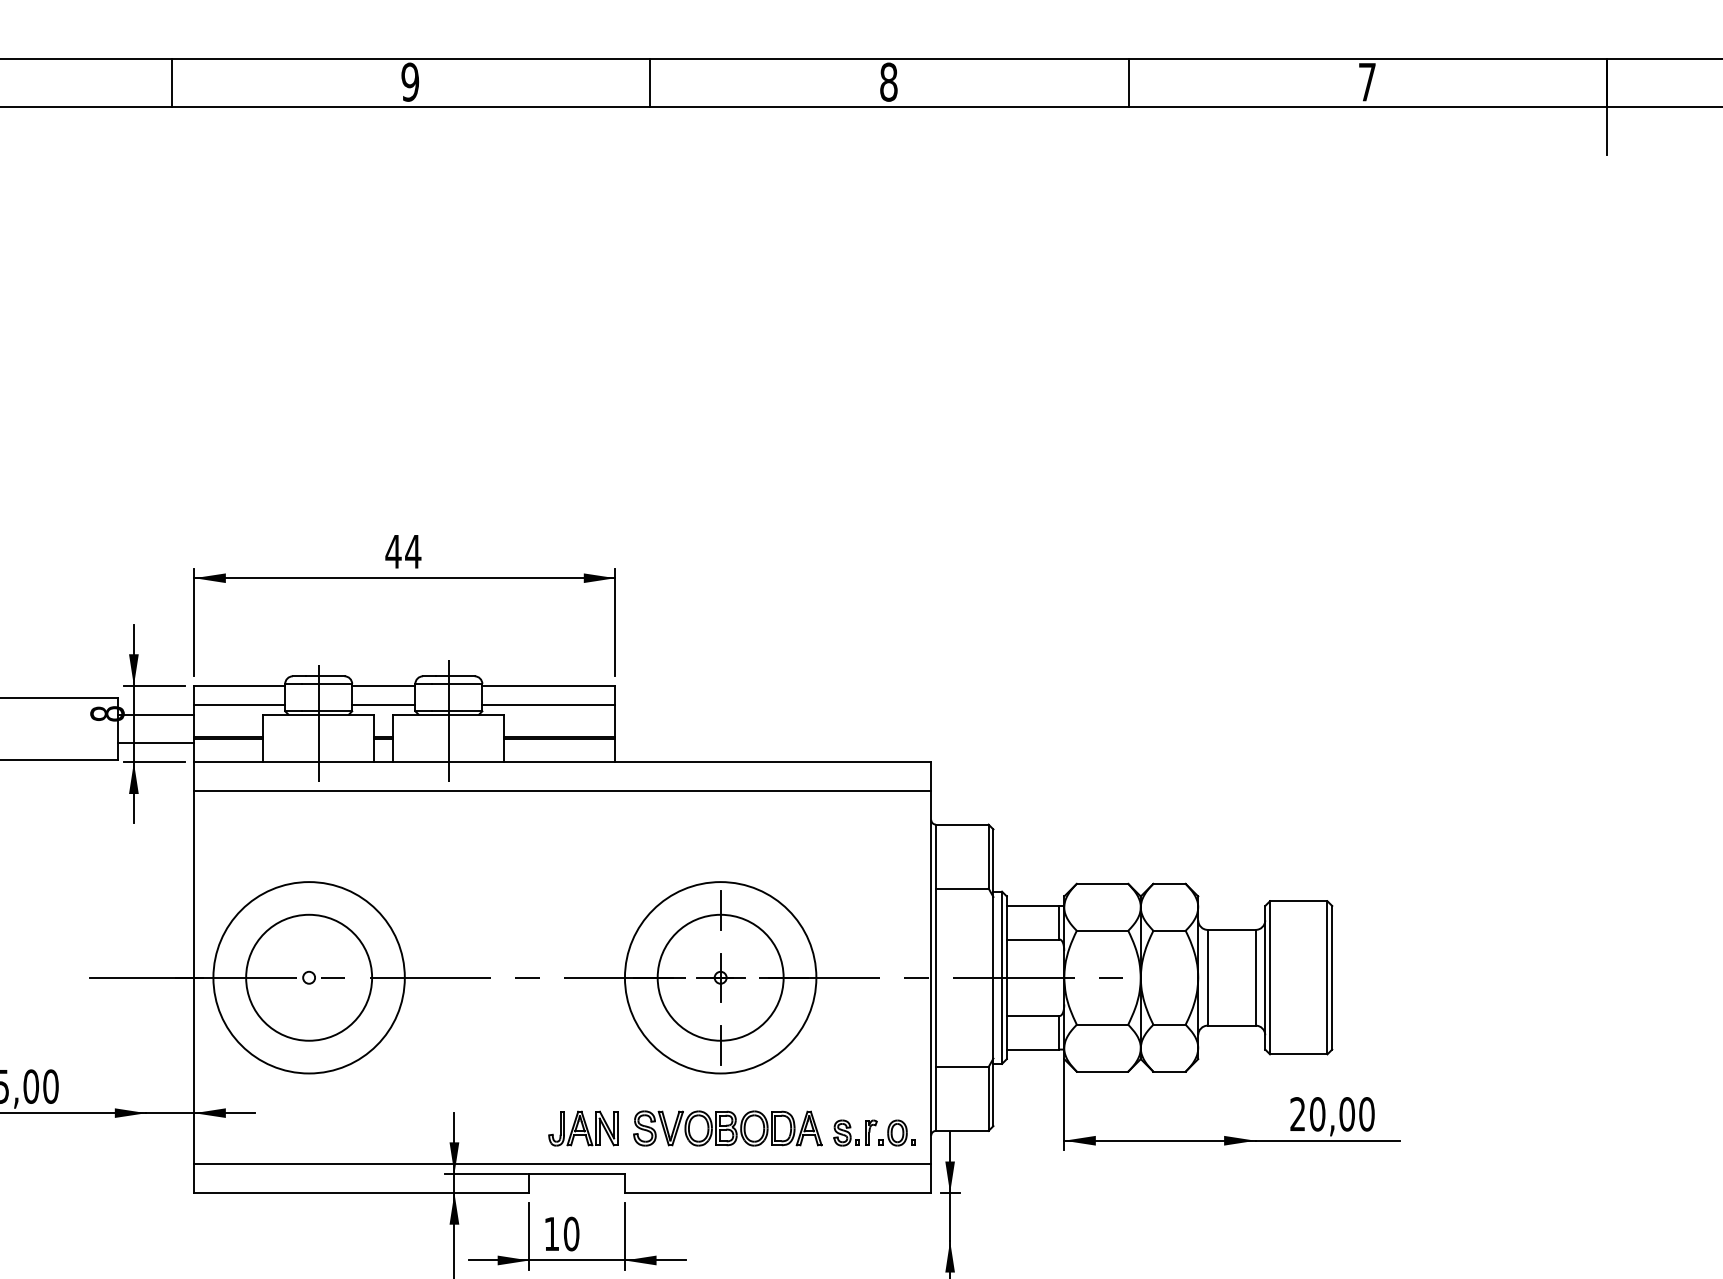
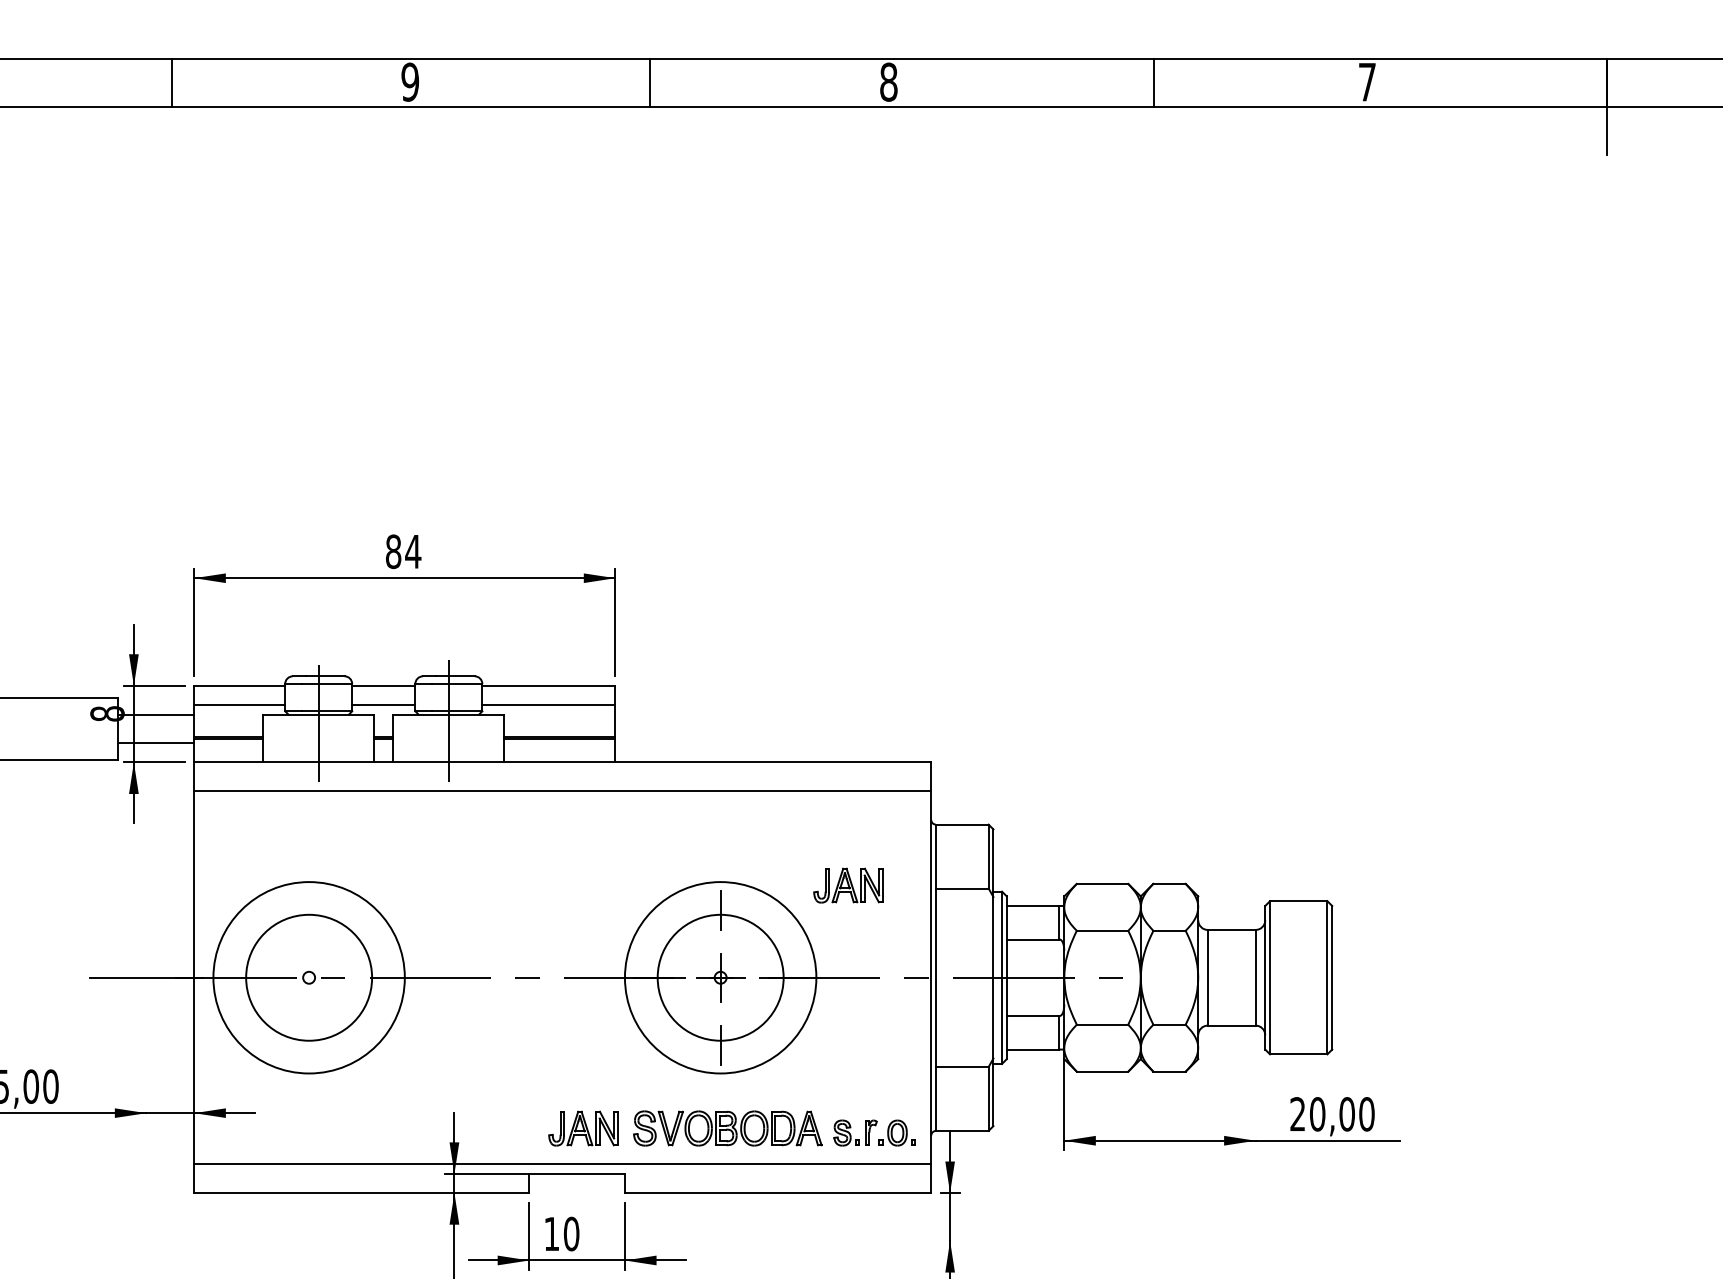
line at (1128, 82) position: (1128, 82) -> (1153, 82)
text at (393, 551): 44 -> 84
part at (848, 885): none -> present
